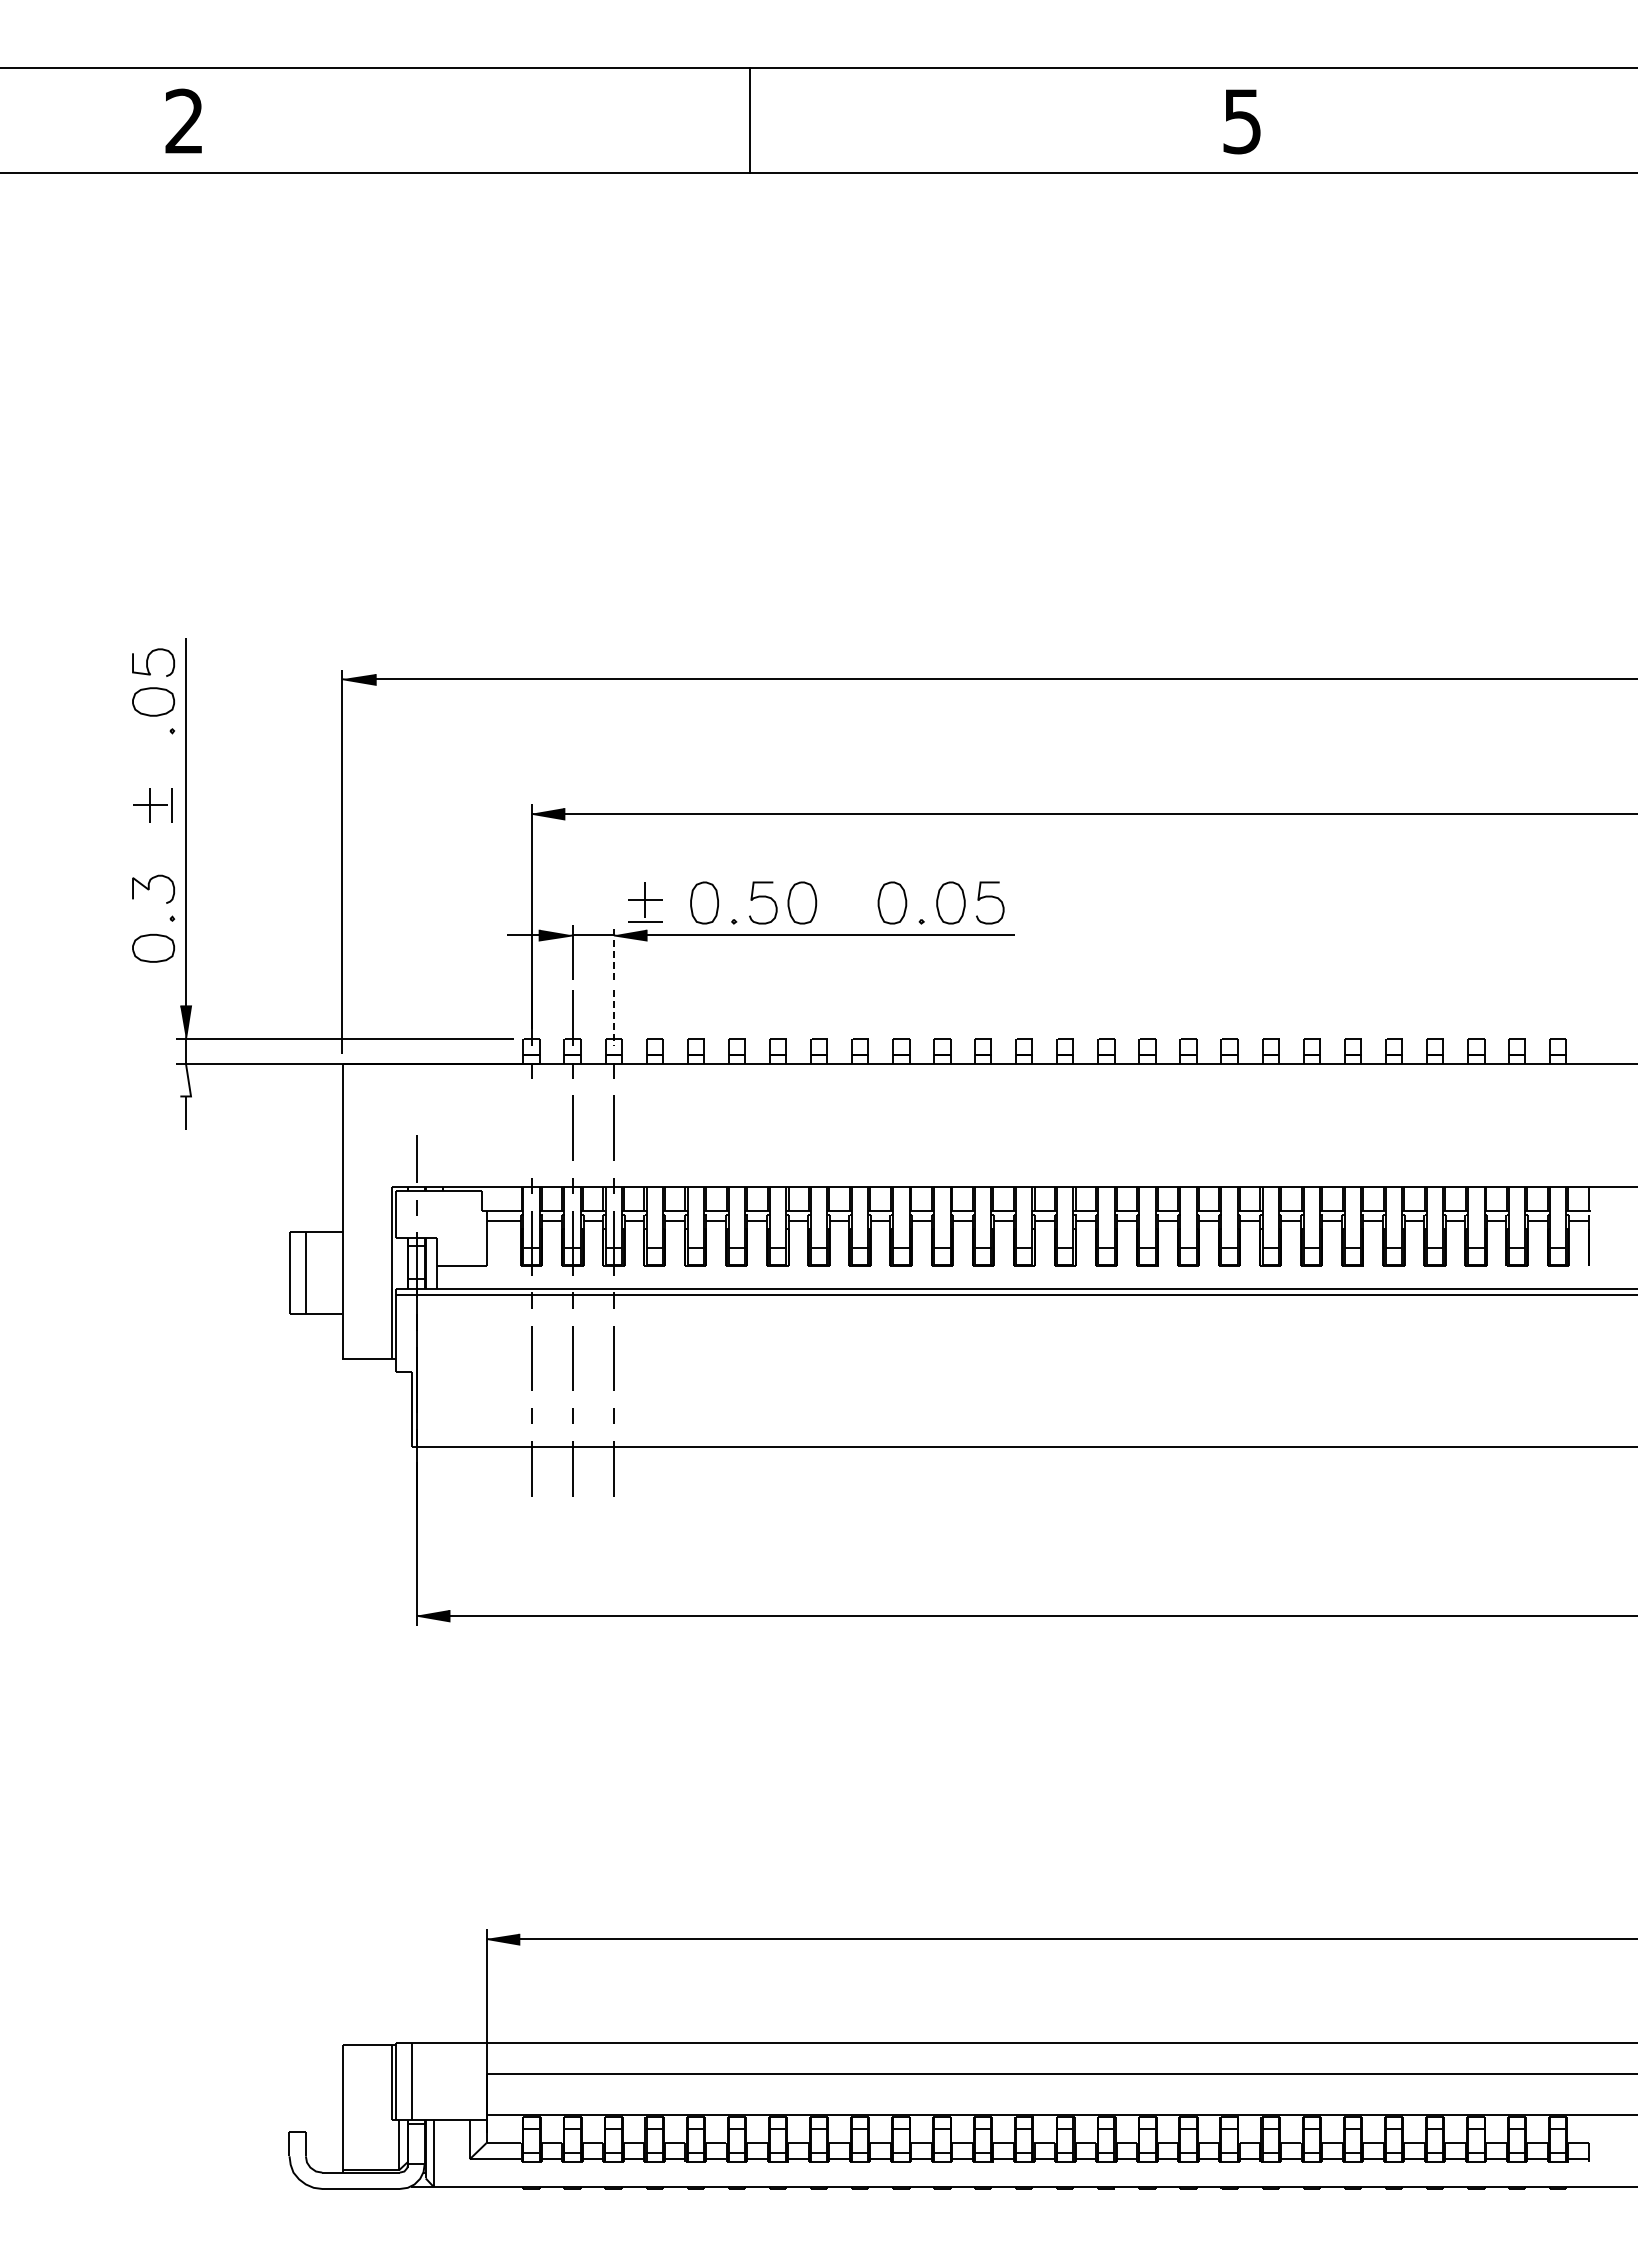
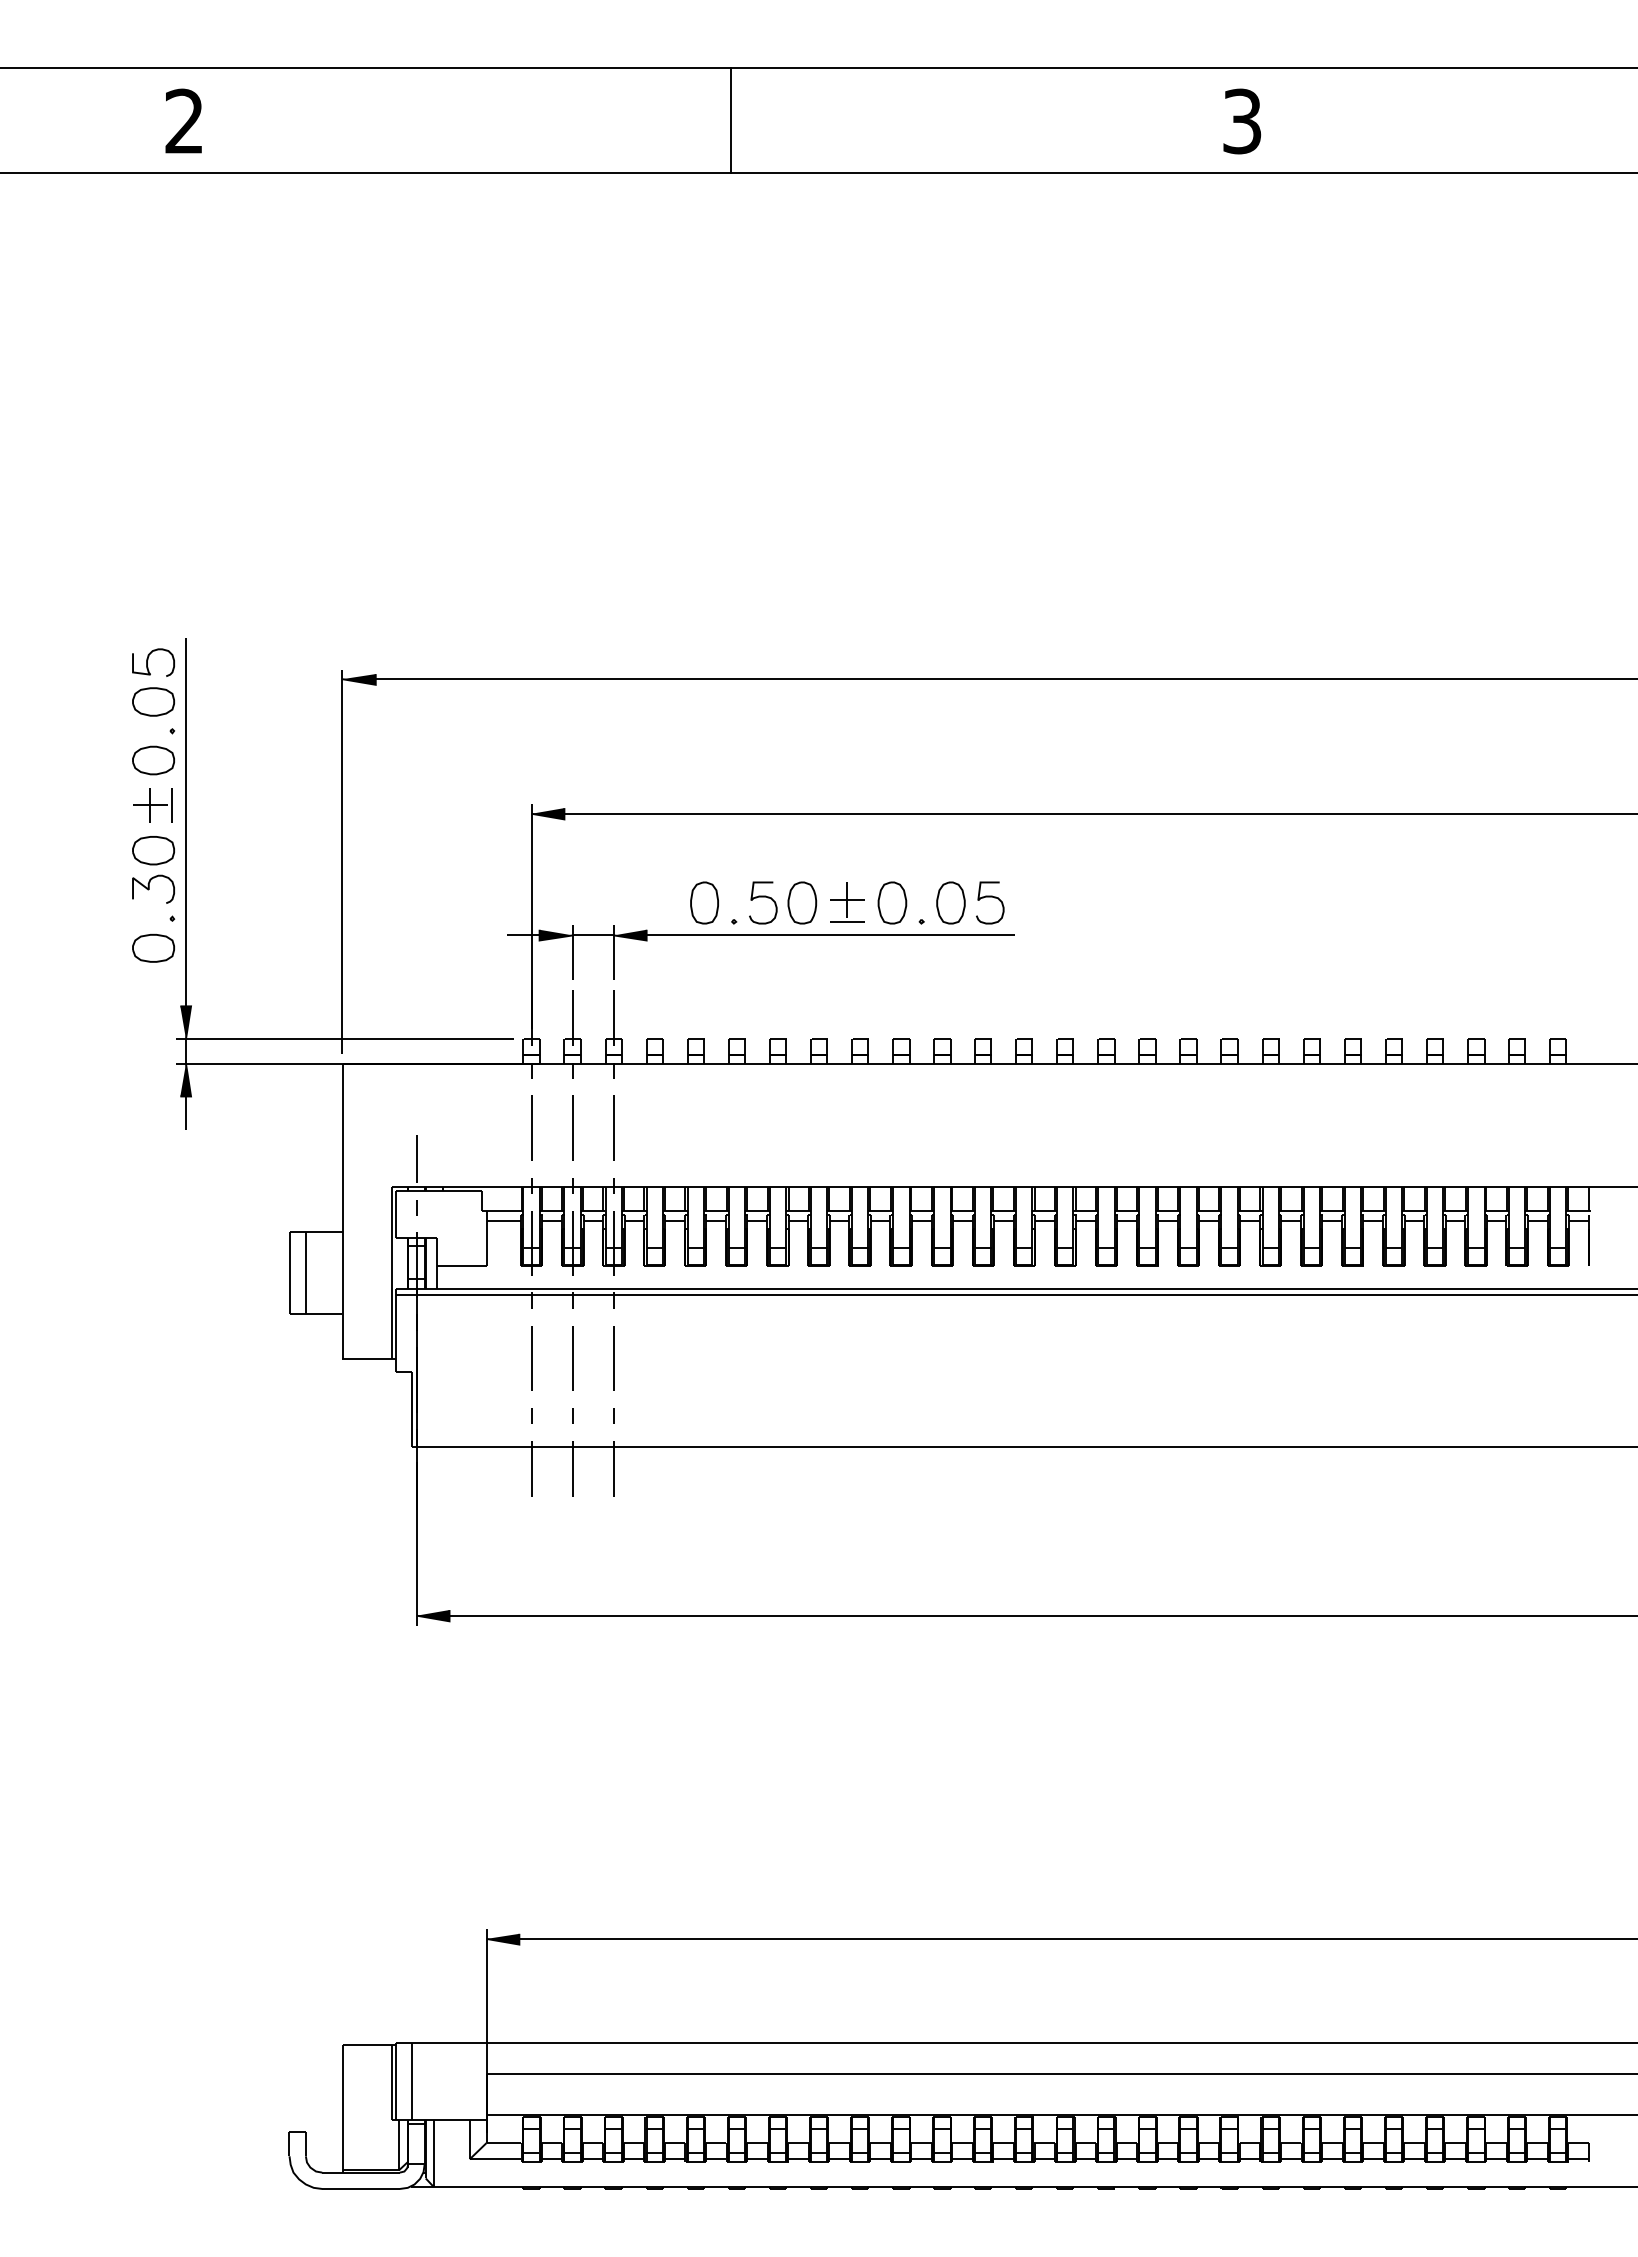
line at (749, 120) position: (749, 120) -> (730, 120)
text at (1242, 120): 5 -> 3
part at (153, 760): none -> present
part at (153, 850): none -> present
part at (645, 902) position: (645, 902) -> (847, 902)
line at (613, 952): dashed -> solid
line at (613, 1018): dashed -> solid
fill at (185, 1079): none -> present
line at (531, 1127): none -> present
